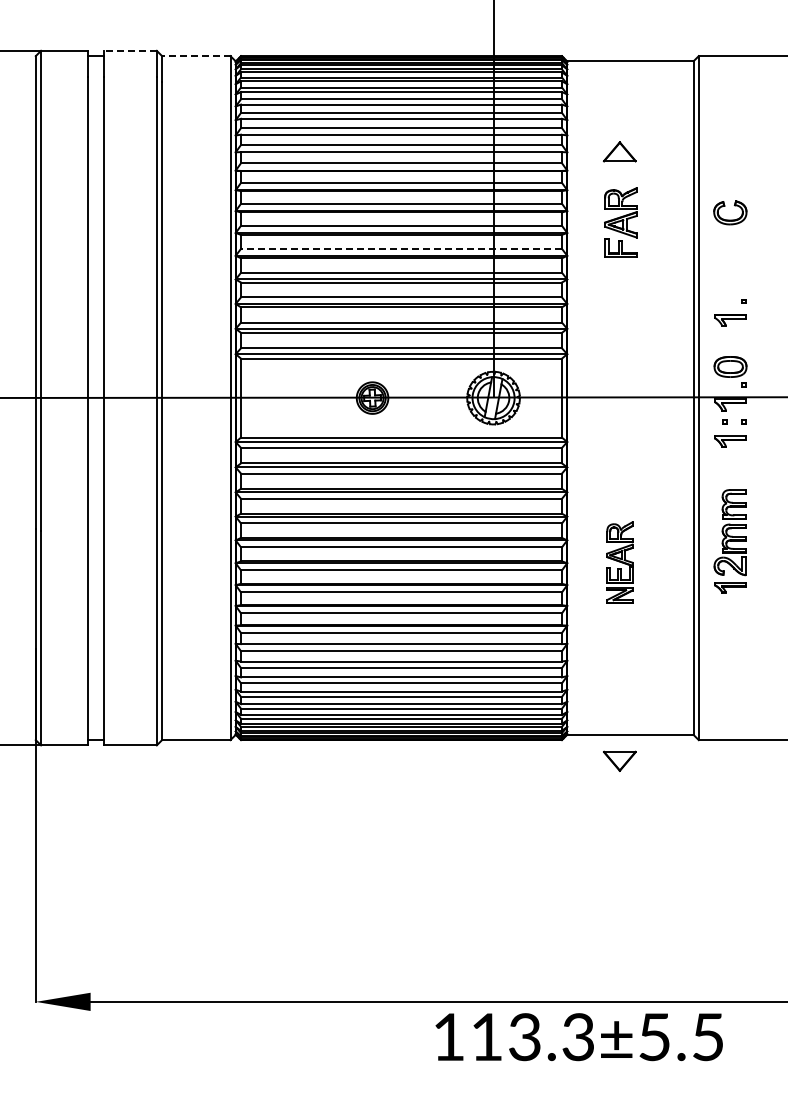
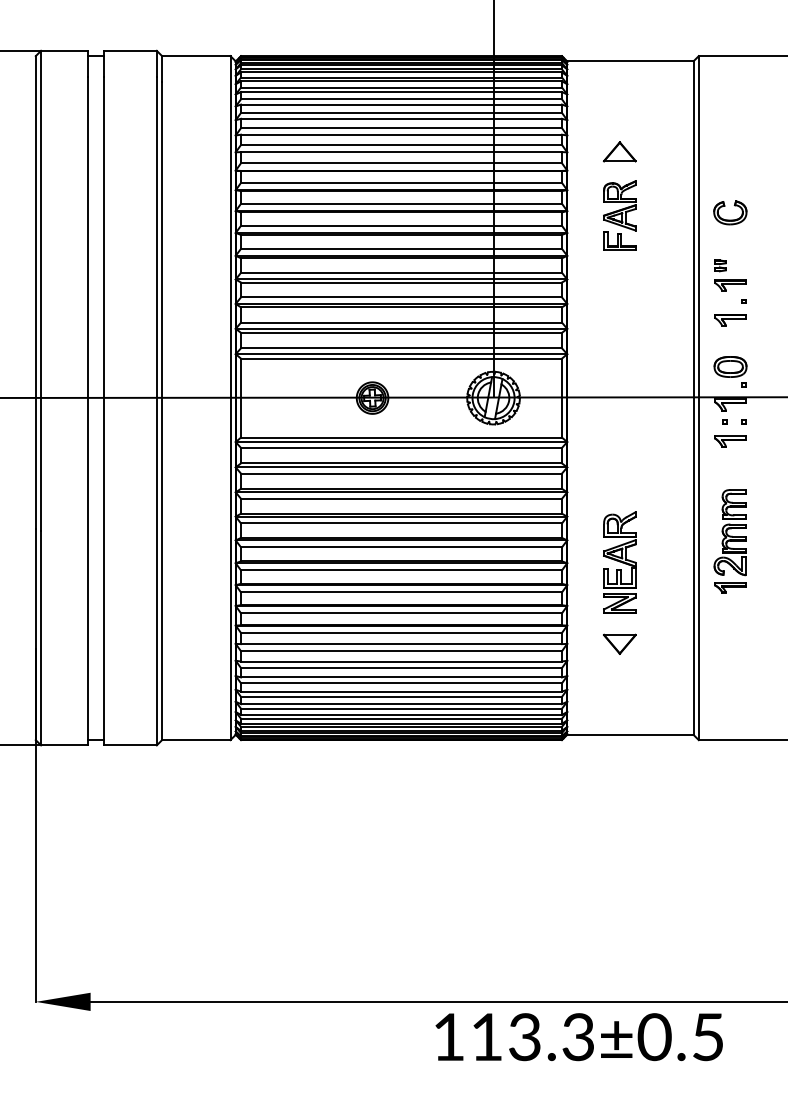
line at (130, 50): dashed -> solid
line at (195, 56): dashed -> solid
part at (620, 222) position: (620, 222) -> (619, 215)
line at (401, 248): dashed -> solid
part at (730, 275): none -> present
part at (619, 562) size: 28x83 px -> 34x103 px
part at (619, 760) position: (619, 760) -> (619, 643)
text at (654, 1037): 113.3±5.5 -> 113.3±0.5
